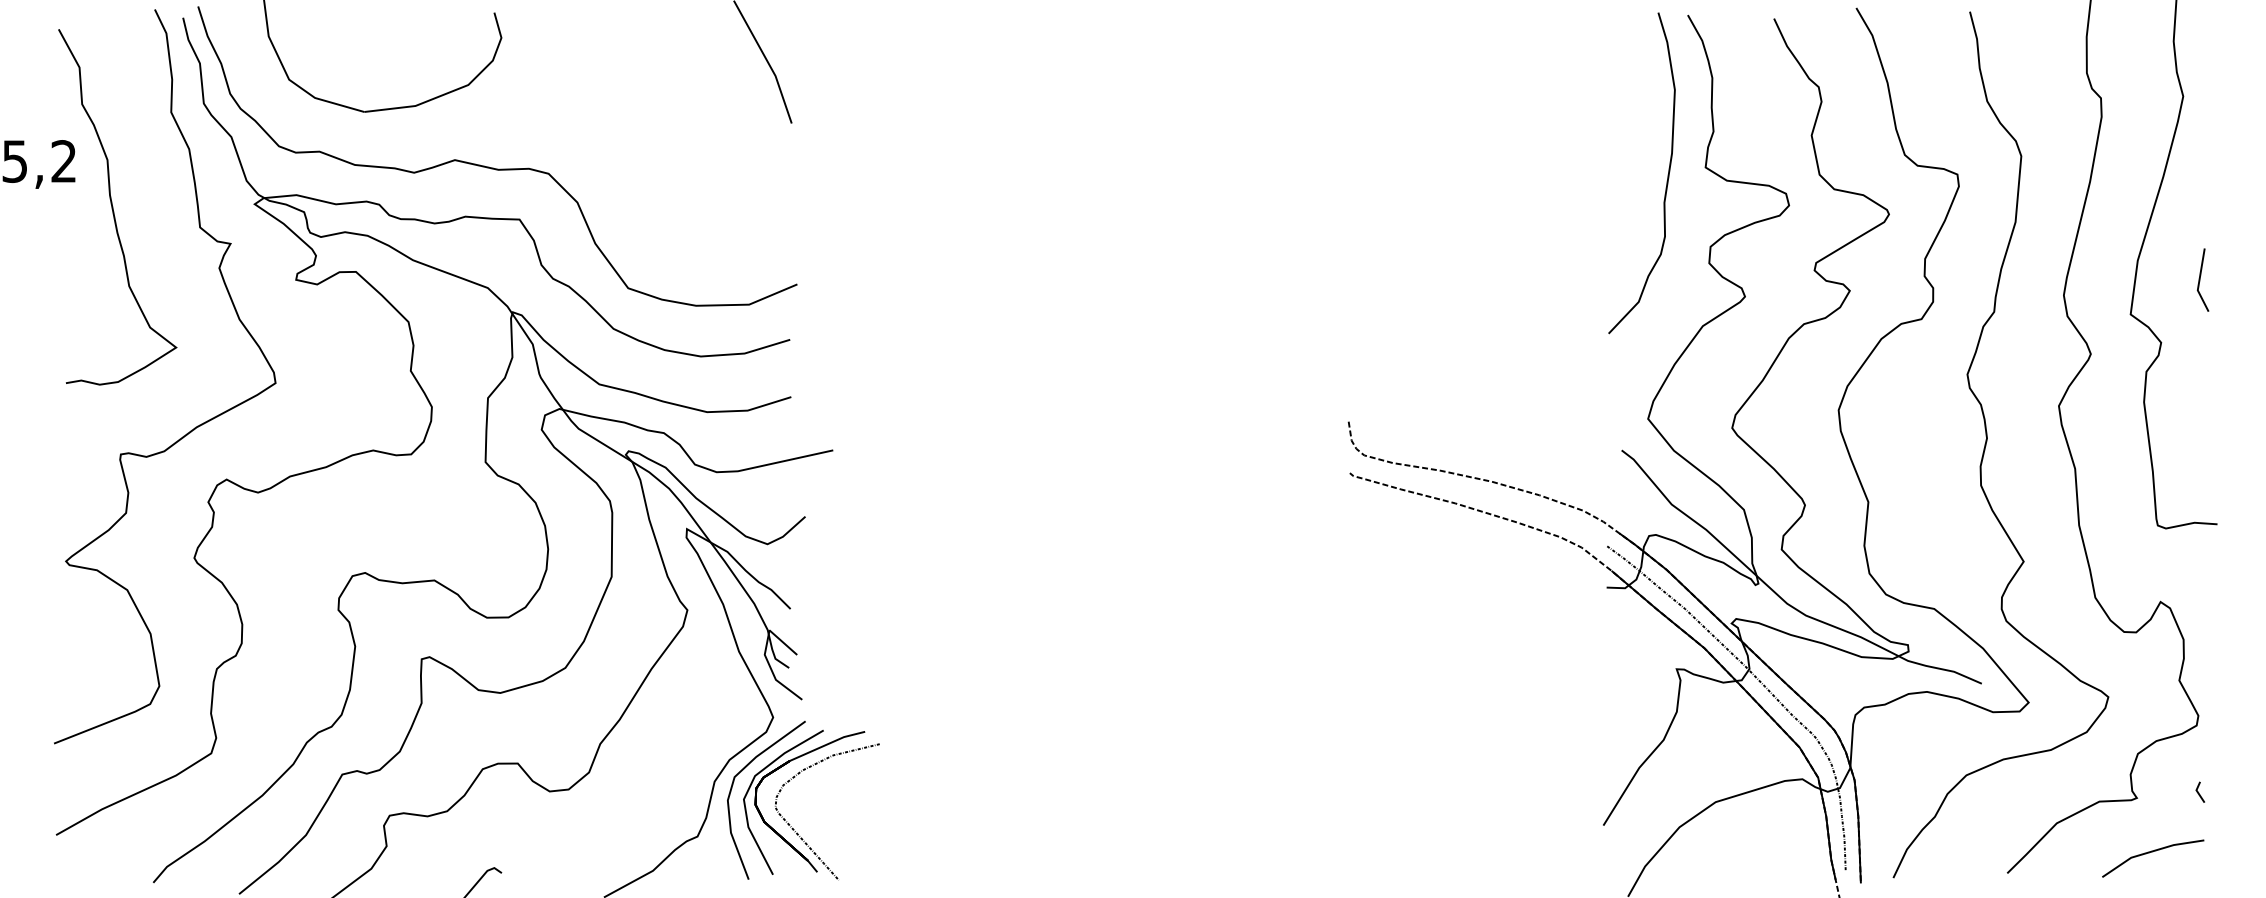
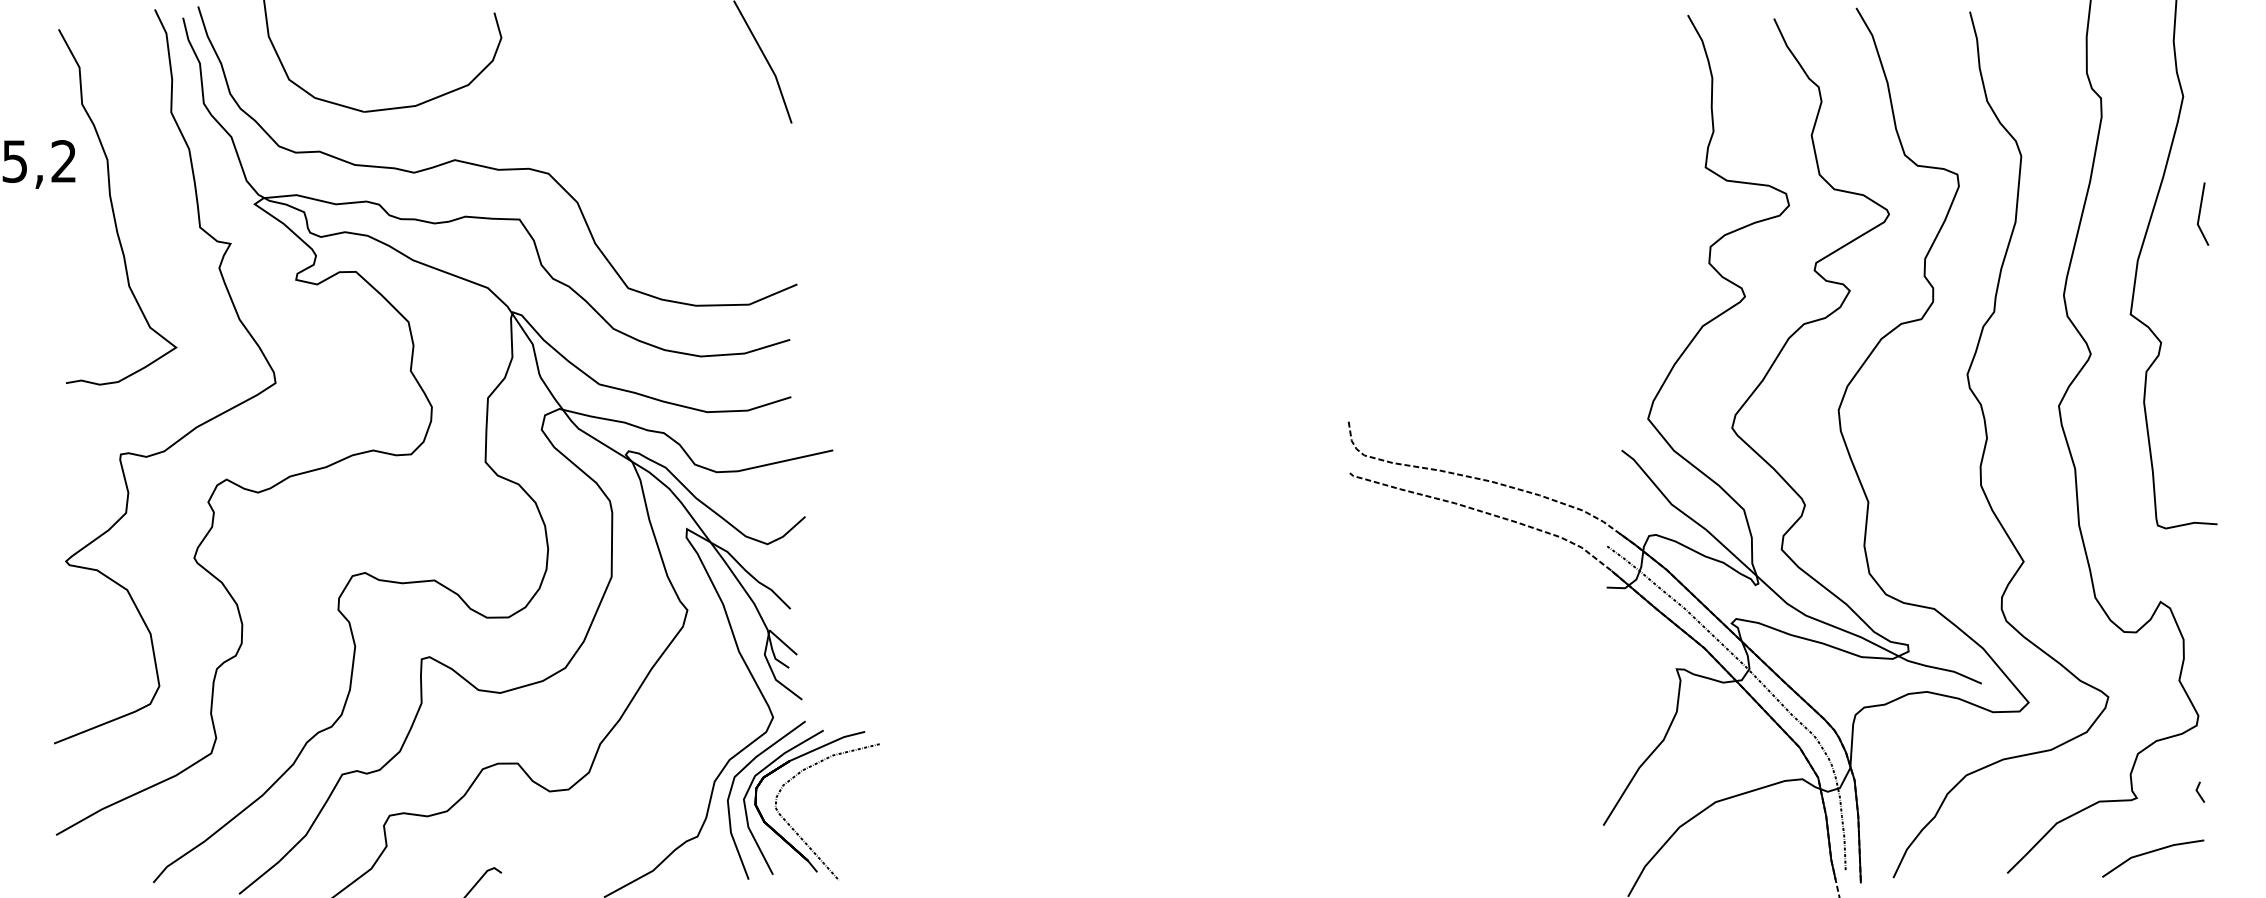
part at (1667, 174): present -> none
part at (2202, 279) position: (2202, 279) -> (2202, 213)
